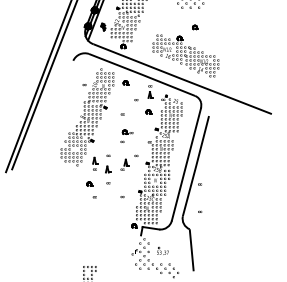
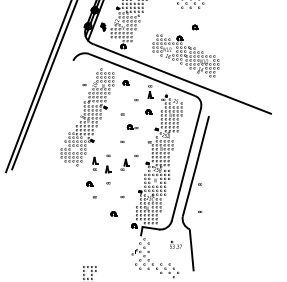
part at (127, 131) position: (127, 131) -> (132, 126)
part at (113, 213): none -> present
part at (162, 250) position: (162, 250) -> (175, 244)
